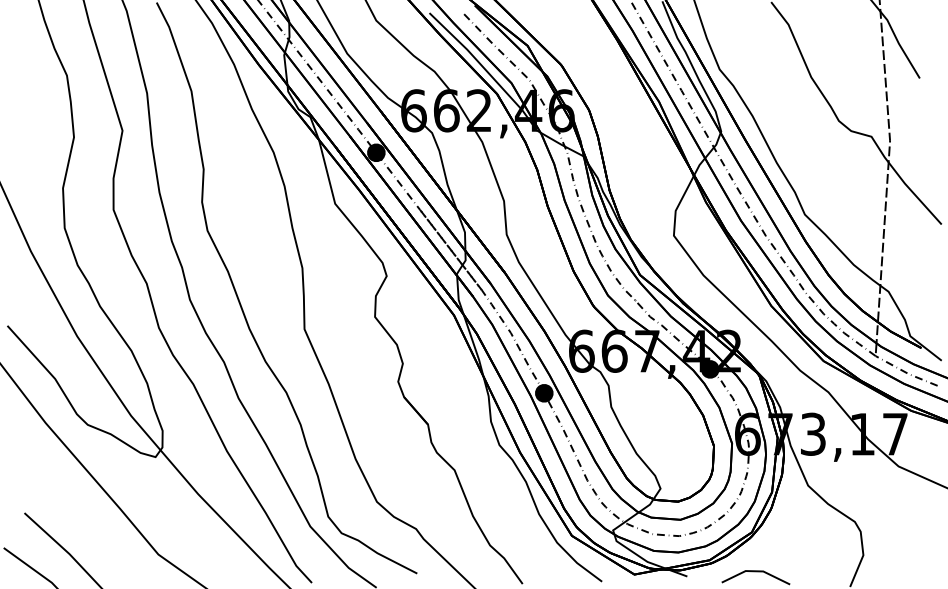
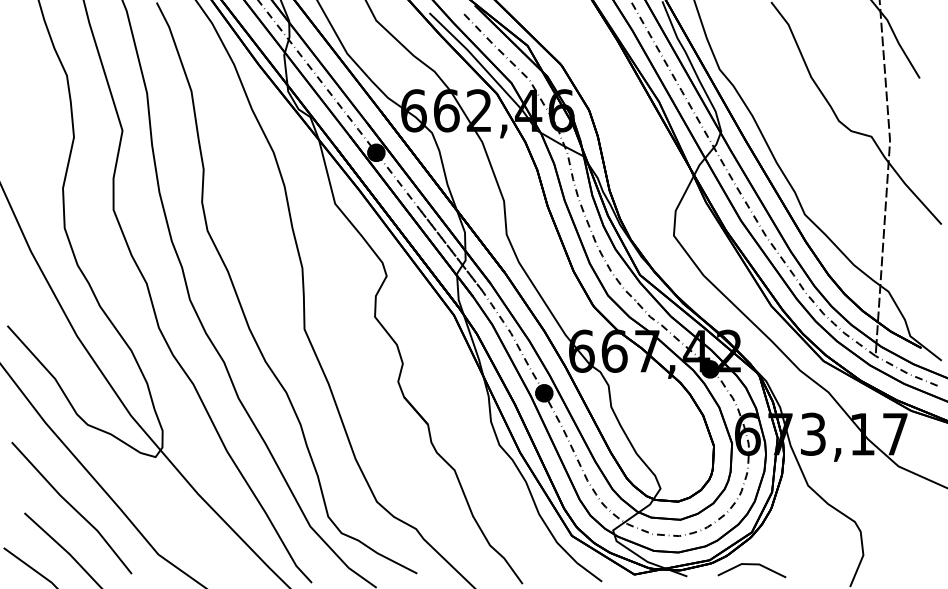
line at (71, 507): none -> present
line at (755, 572) position: (755, 572) -> (751, 565)
